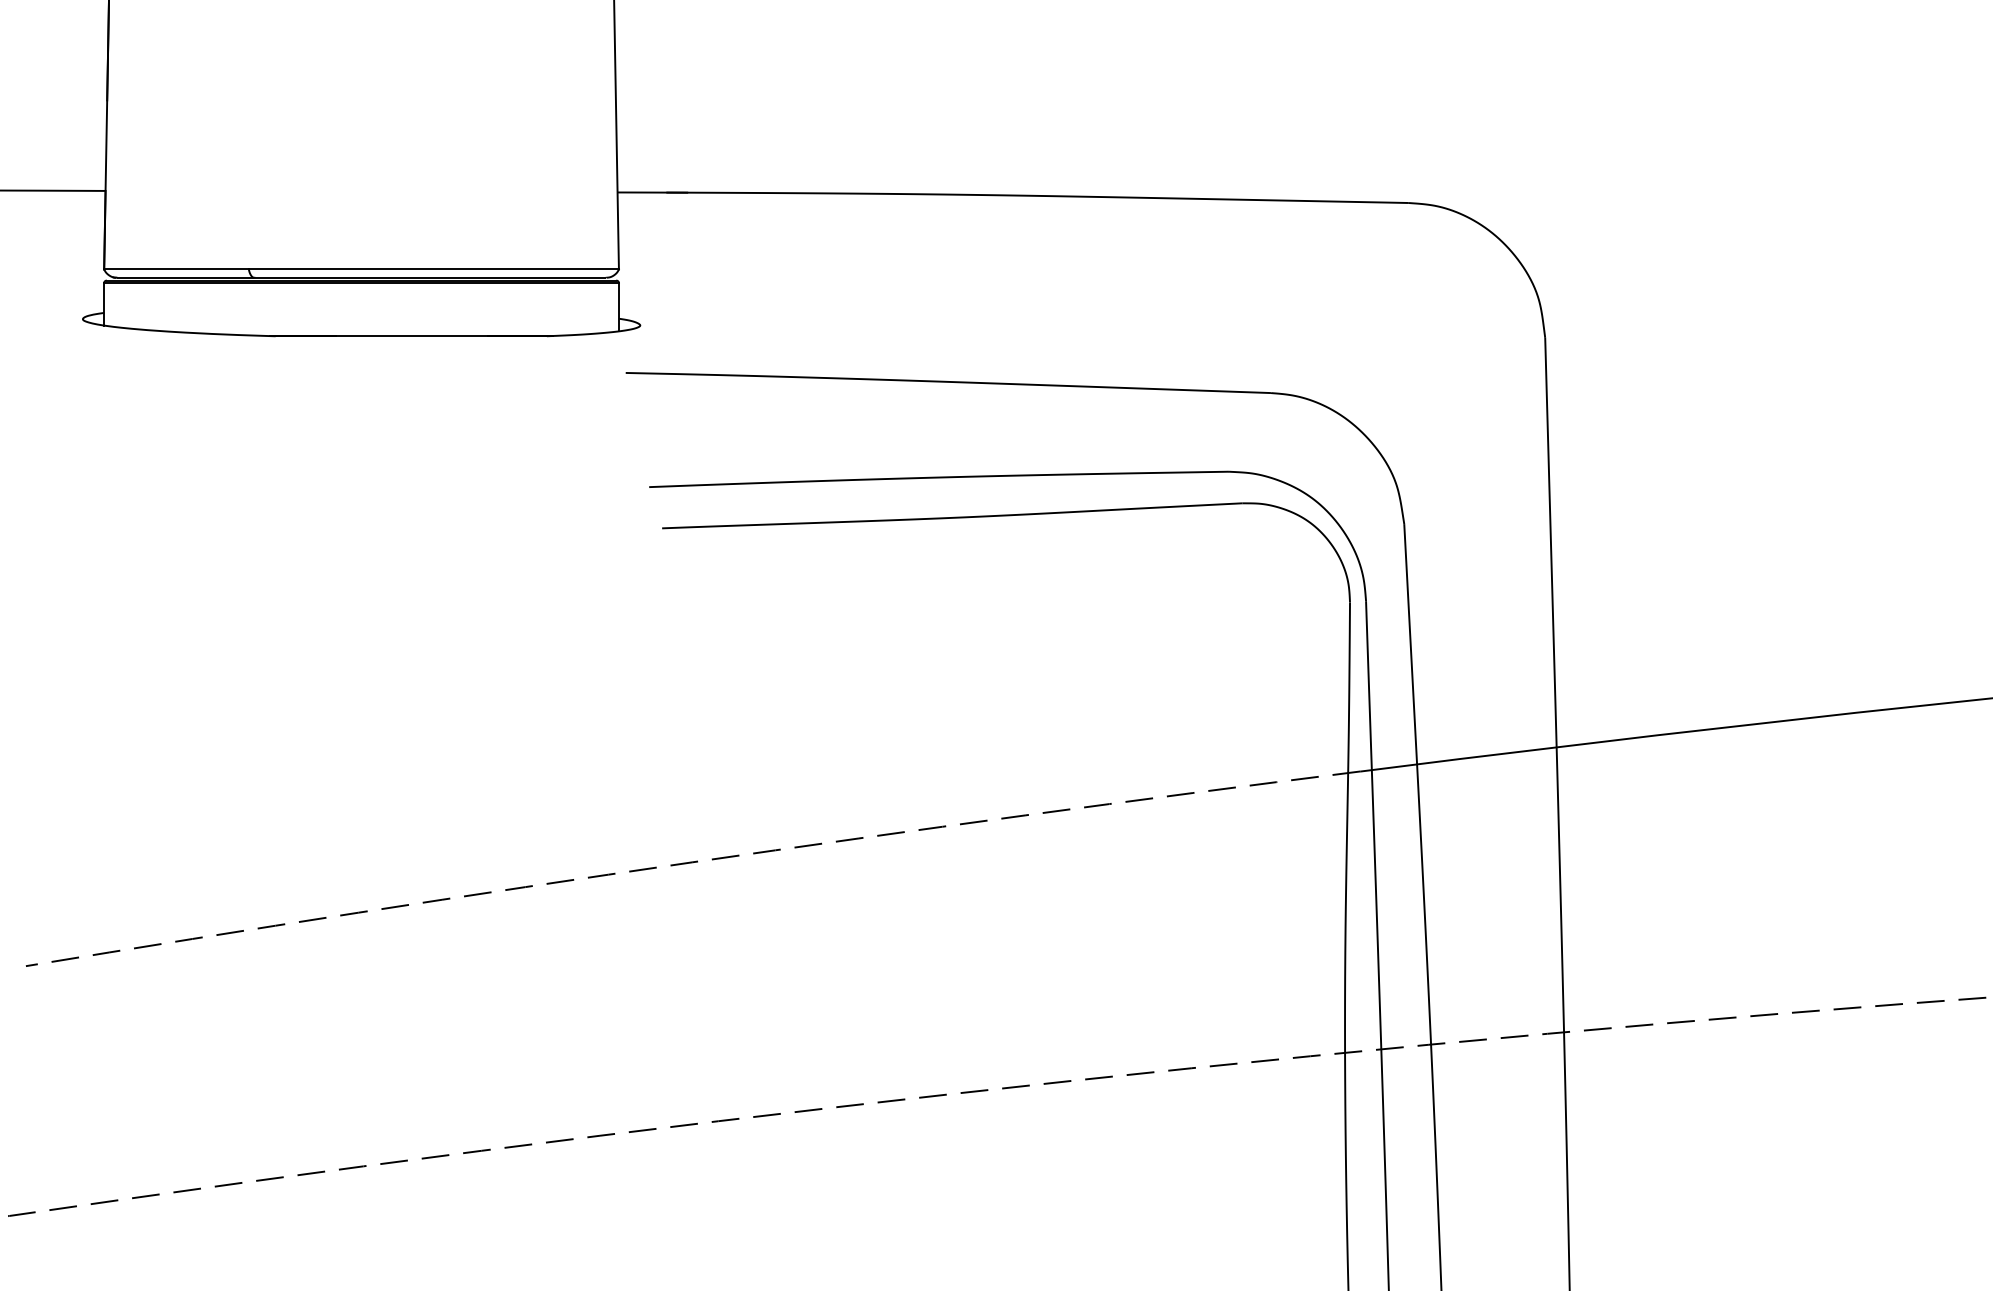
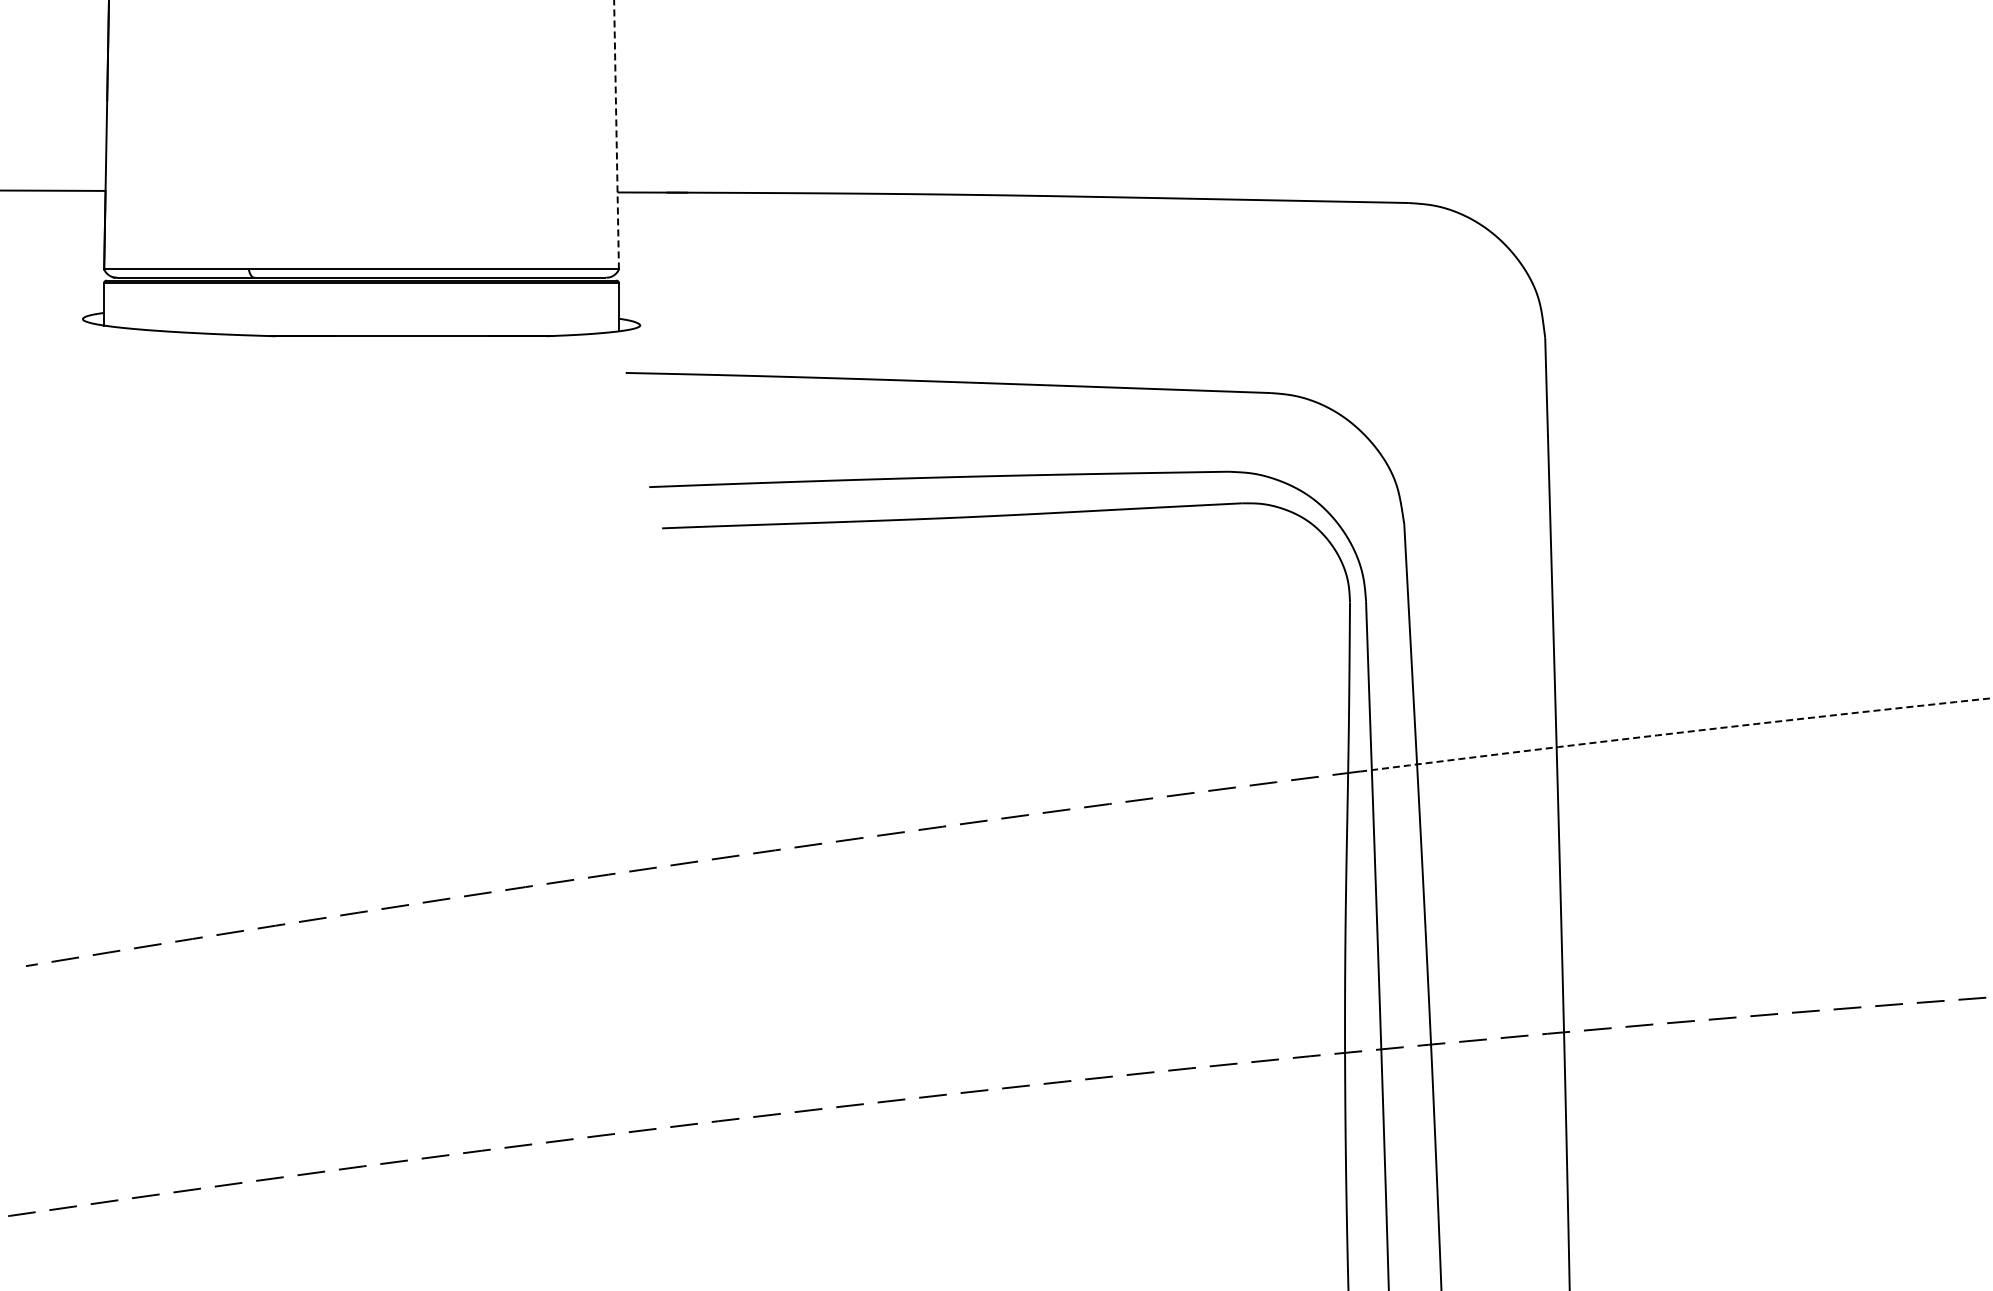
line at (616, 134): solid -> dashed
arc at (1675, 733): solid -> dashed
